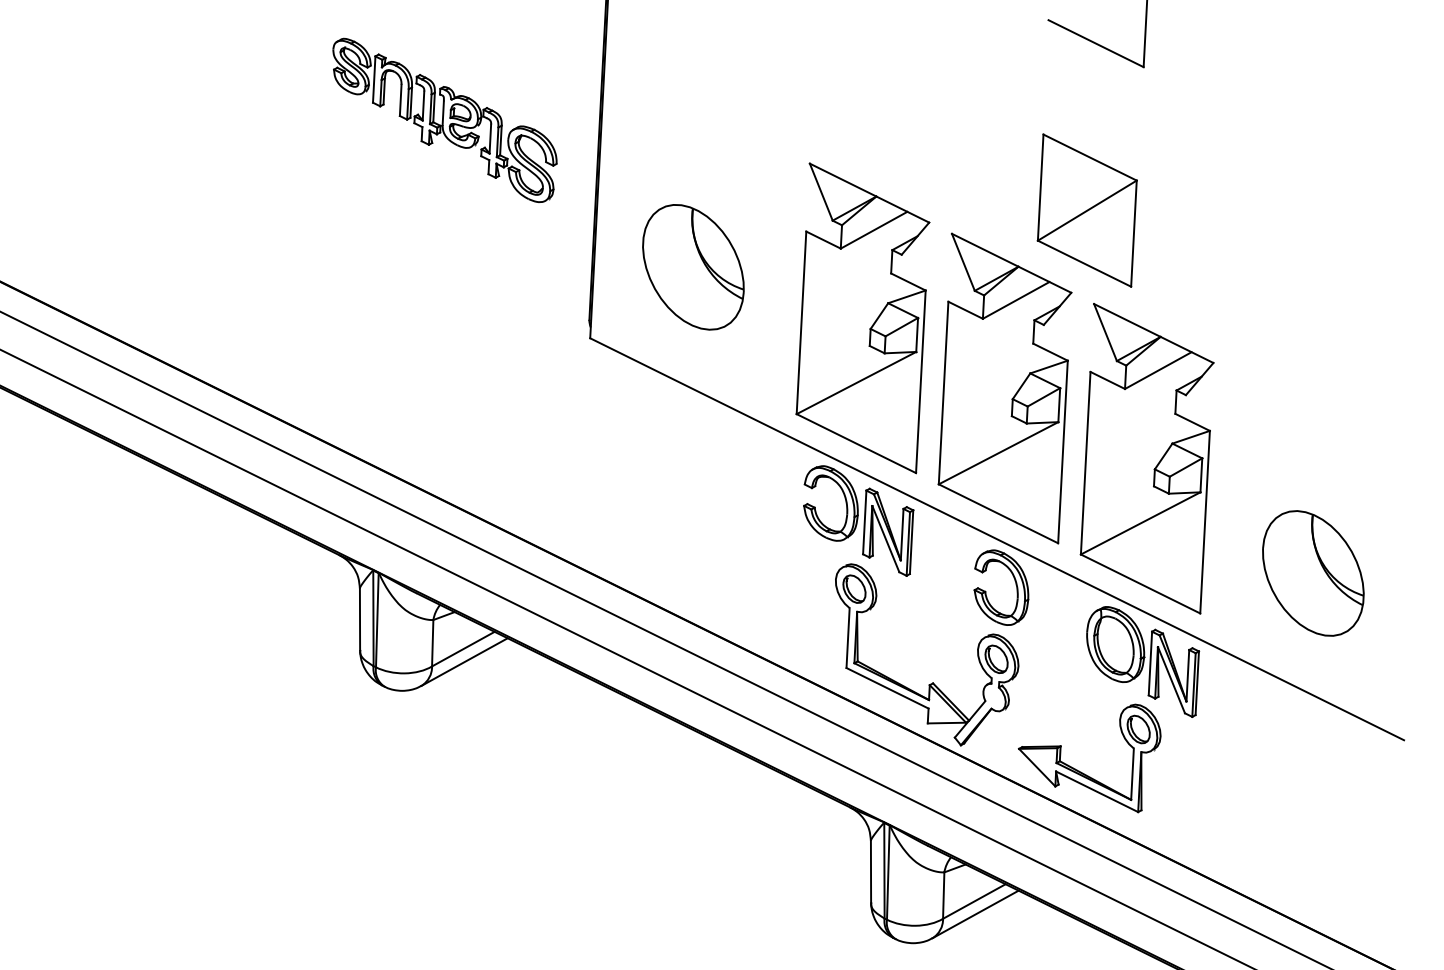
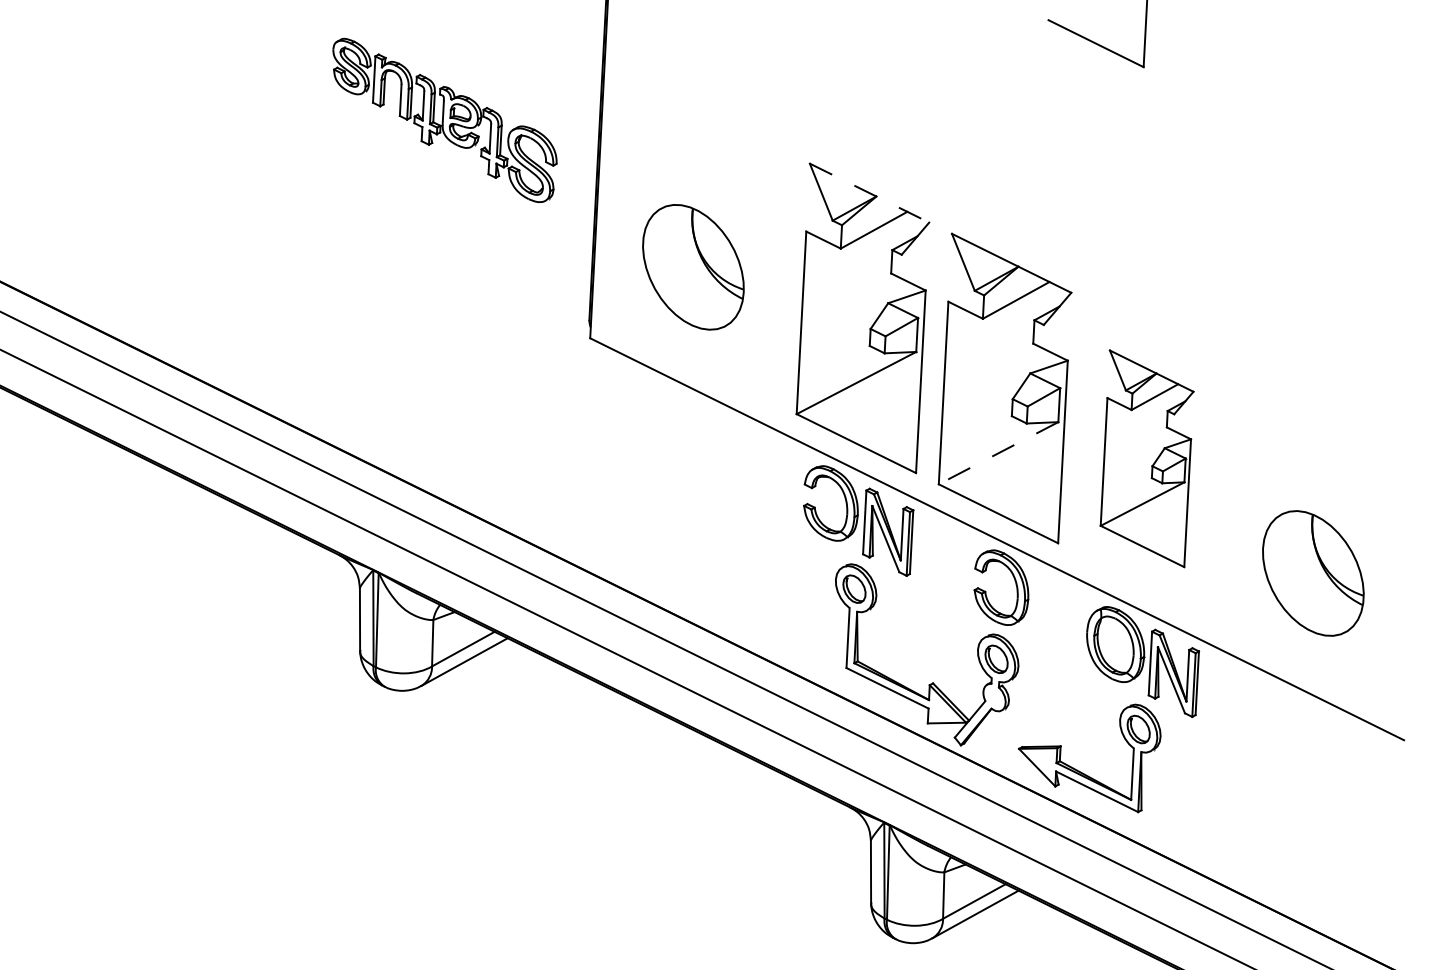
line at (869, 193): solid -> dashed
part at (1086, 210): present -> none
line at (998, 453): solid -> dashed
part at (1146, 458) size: 136x312 px -> 96x220 px
